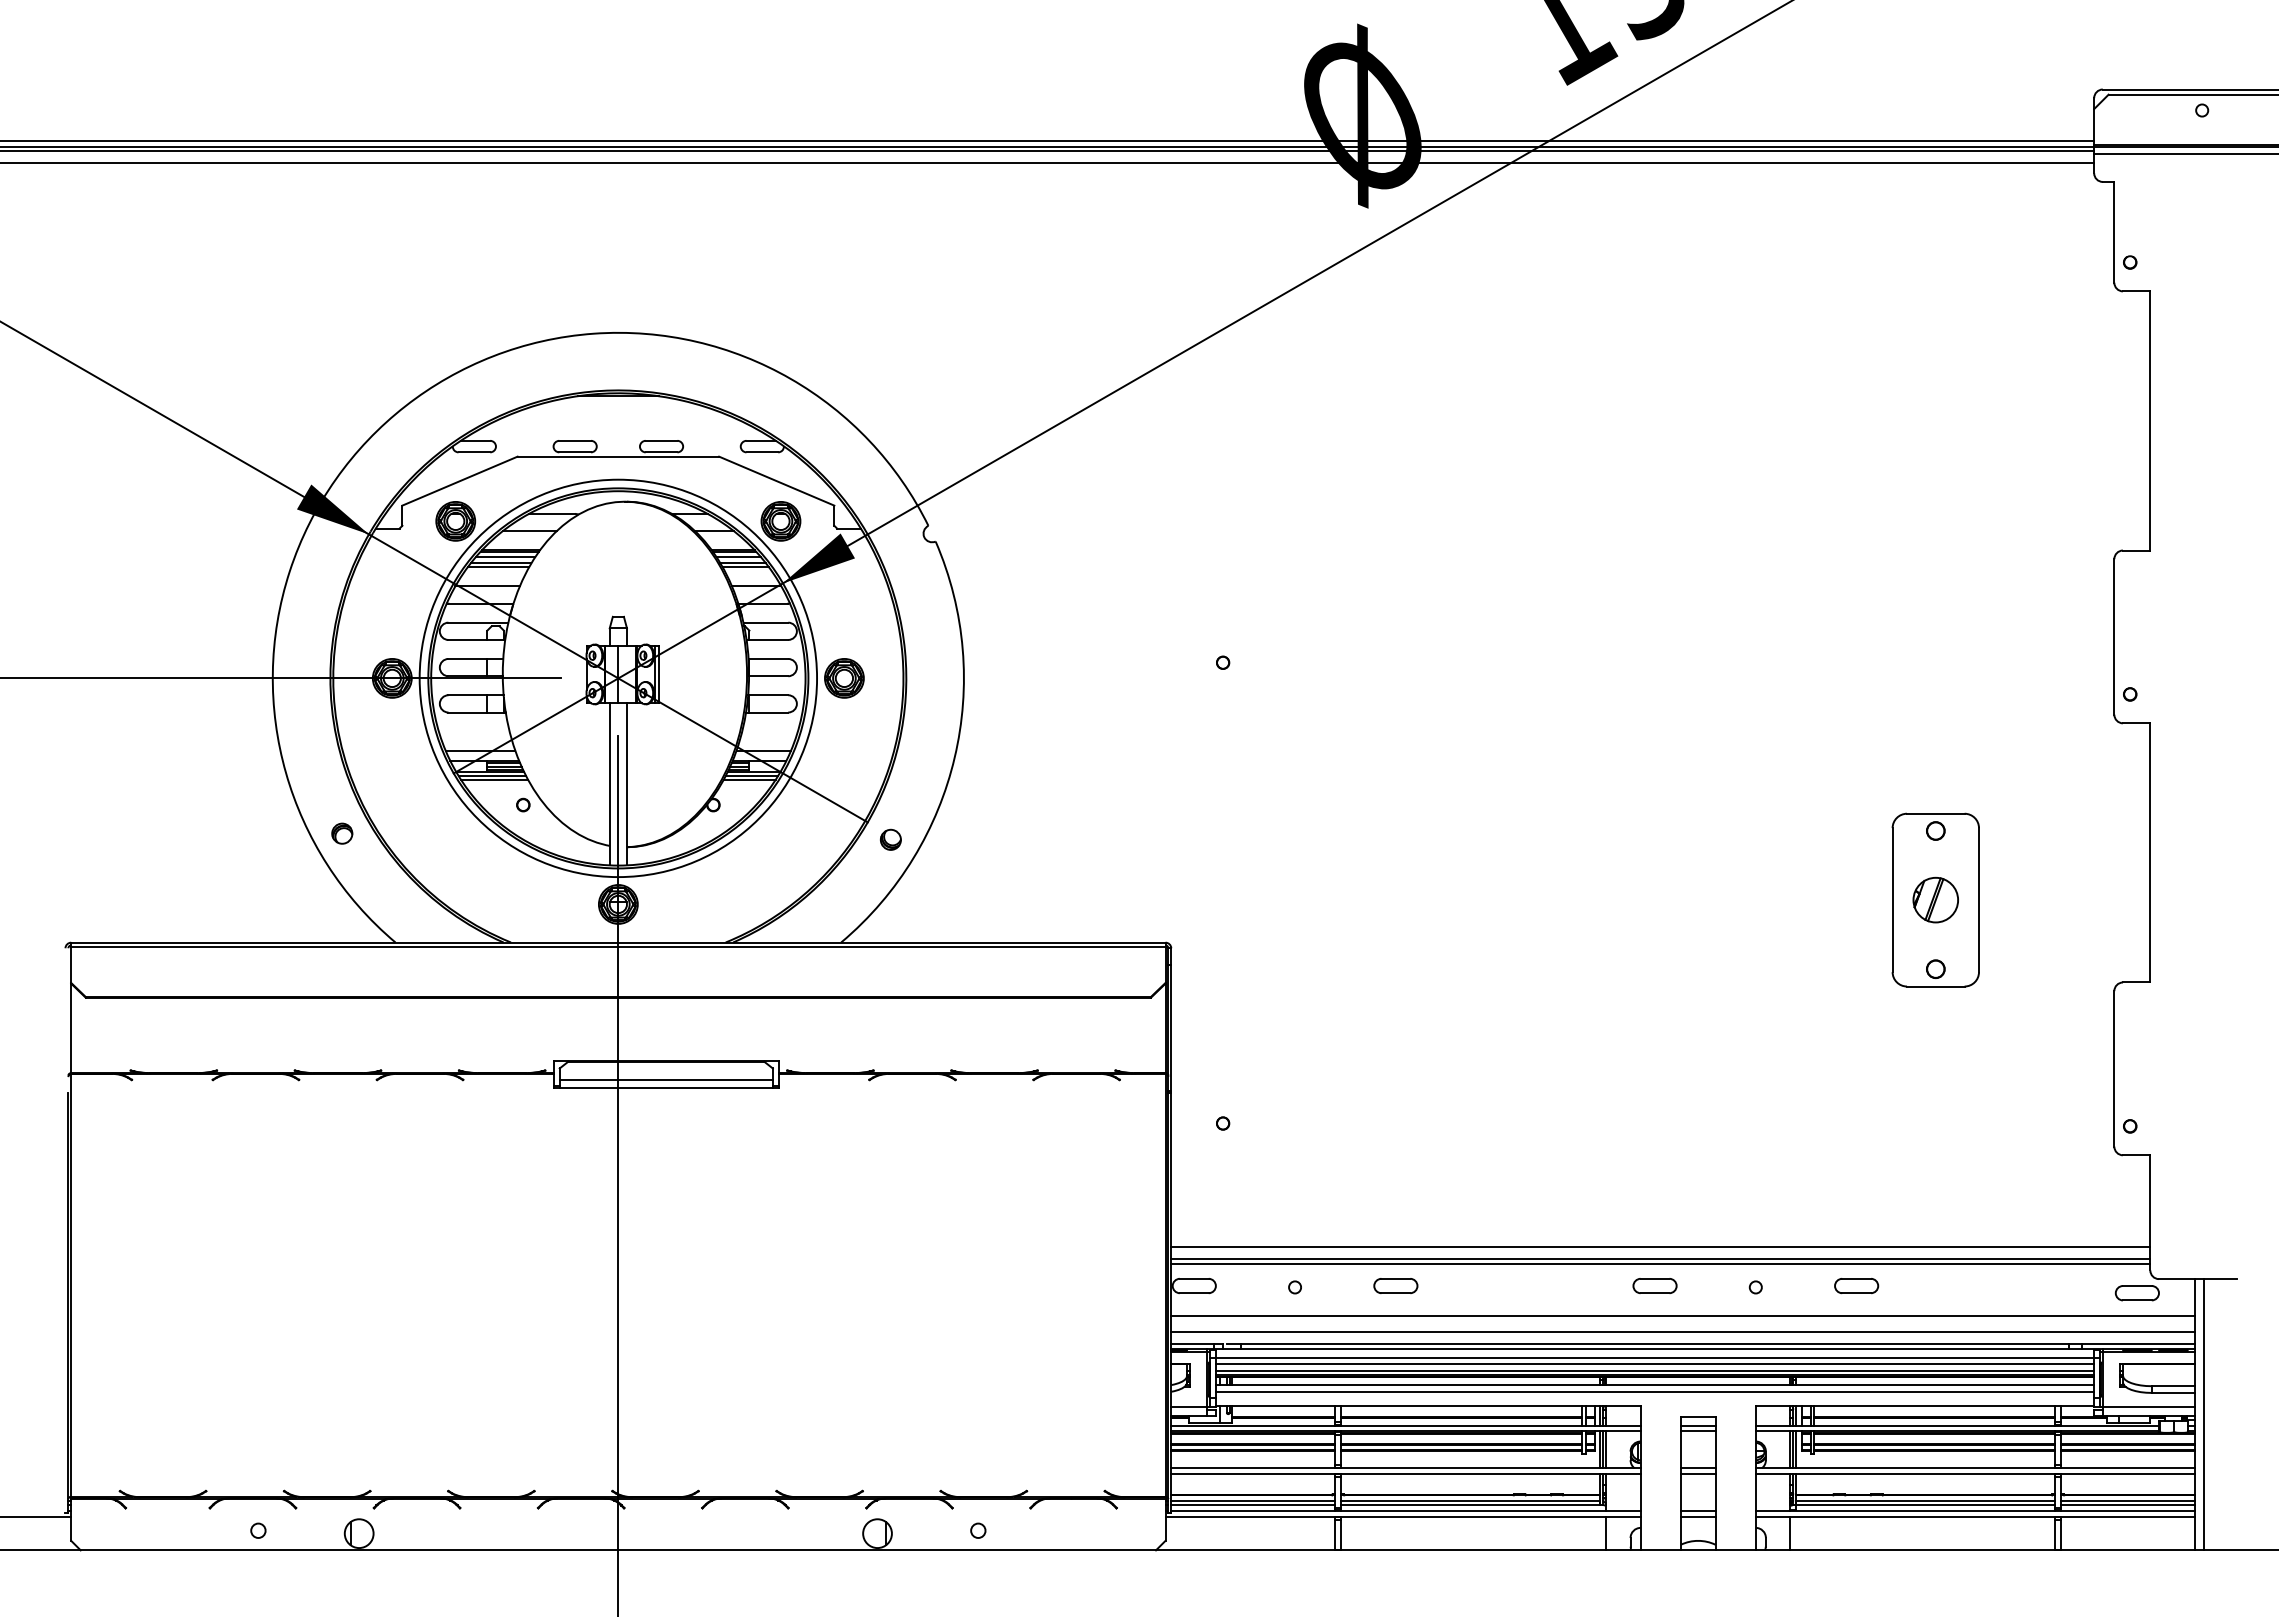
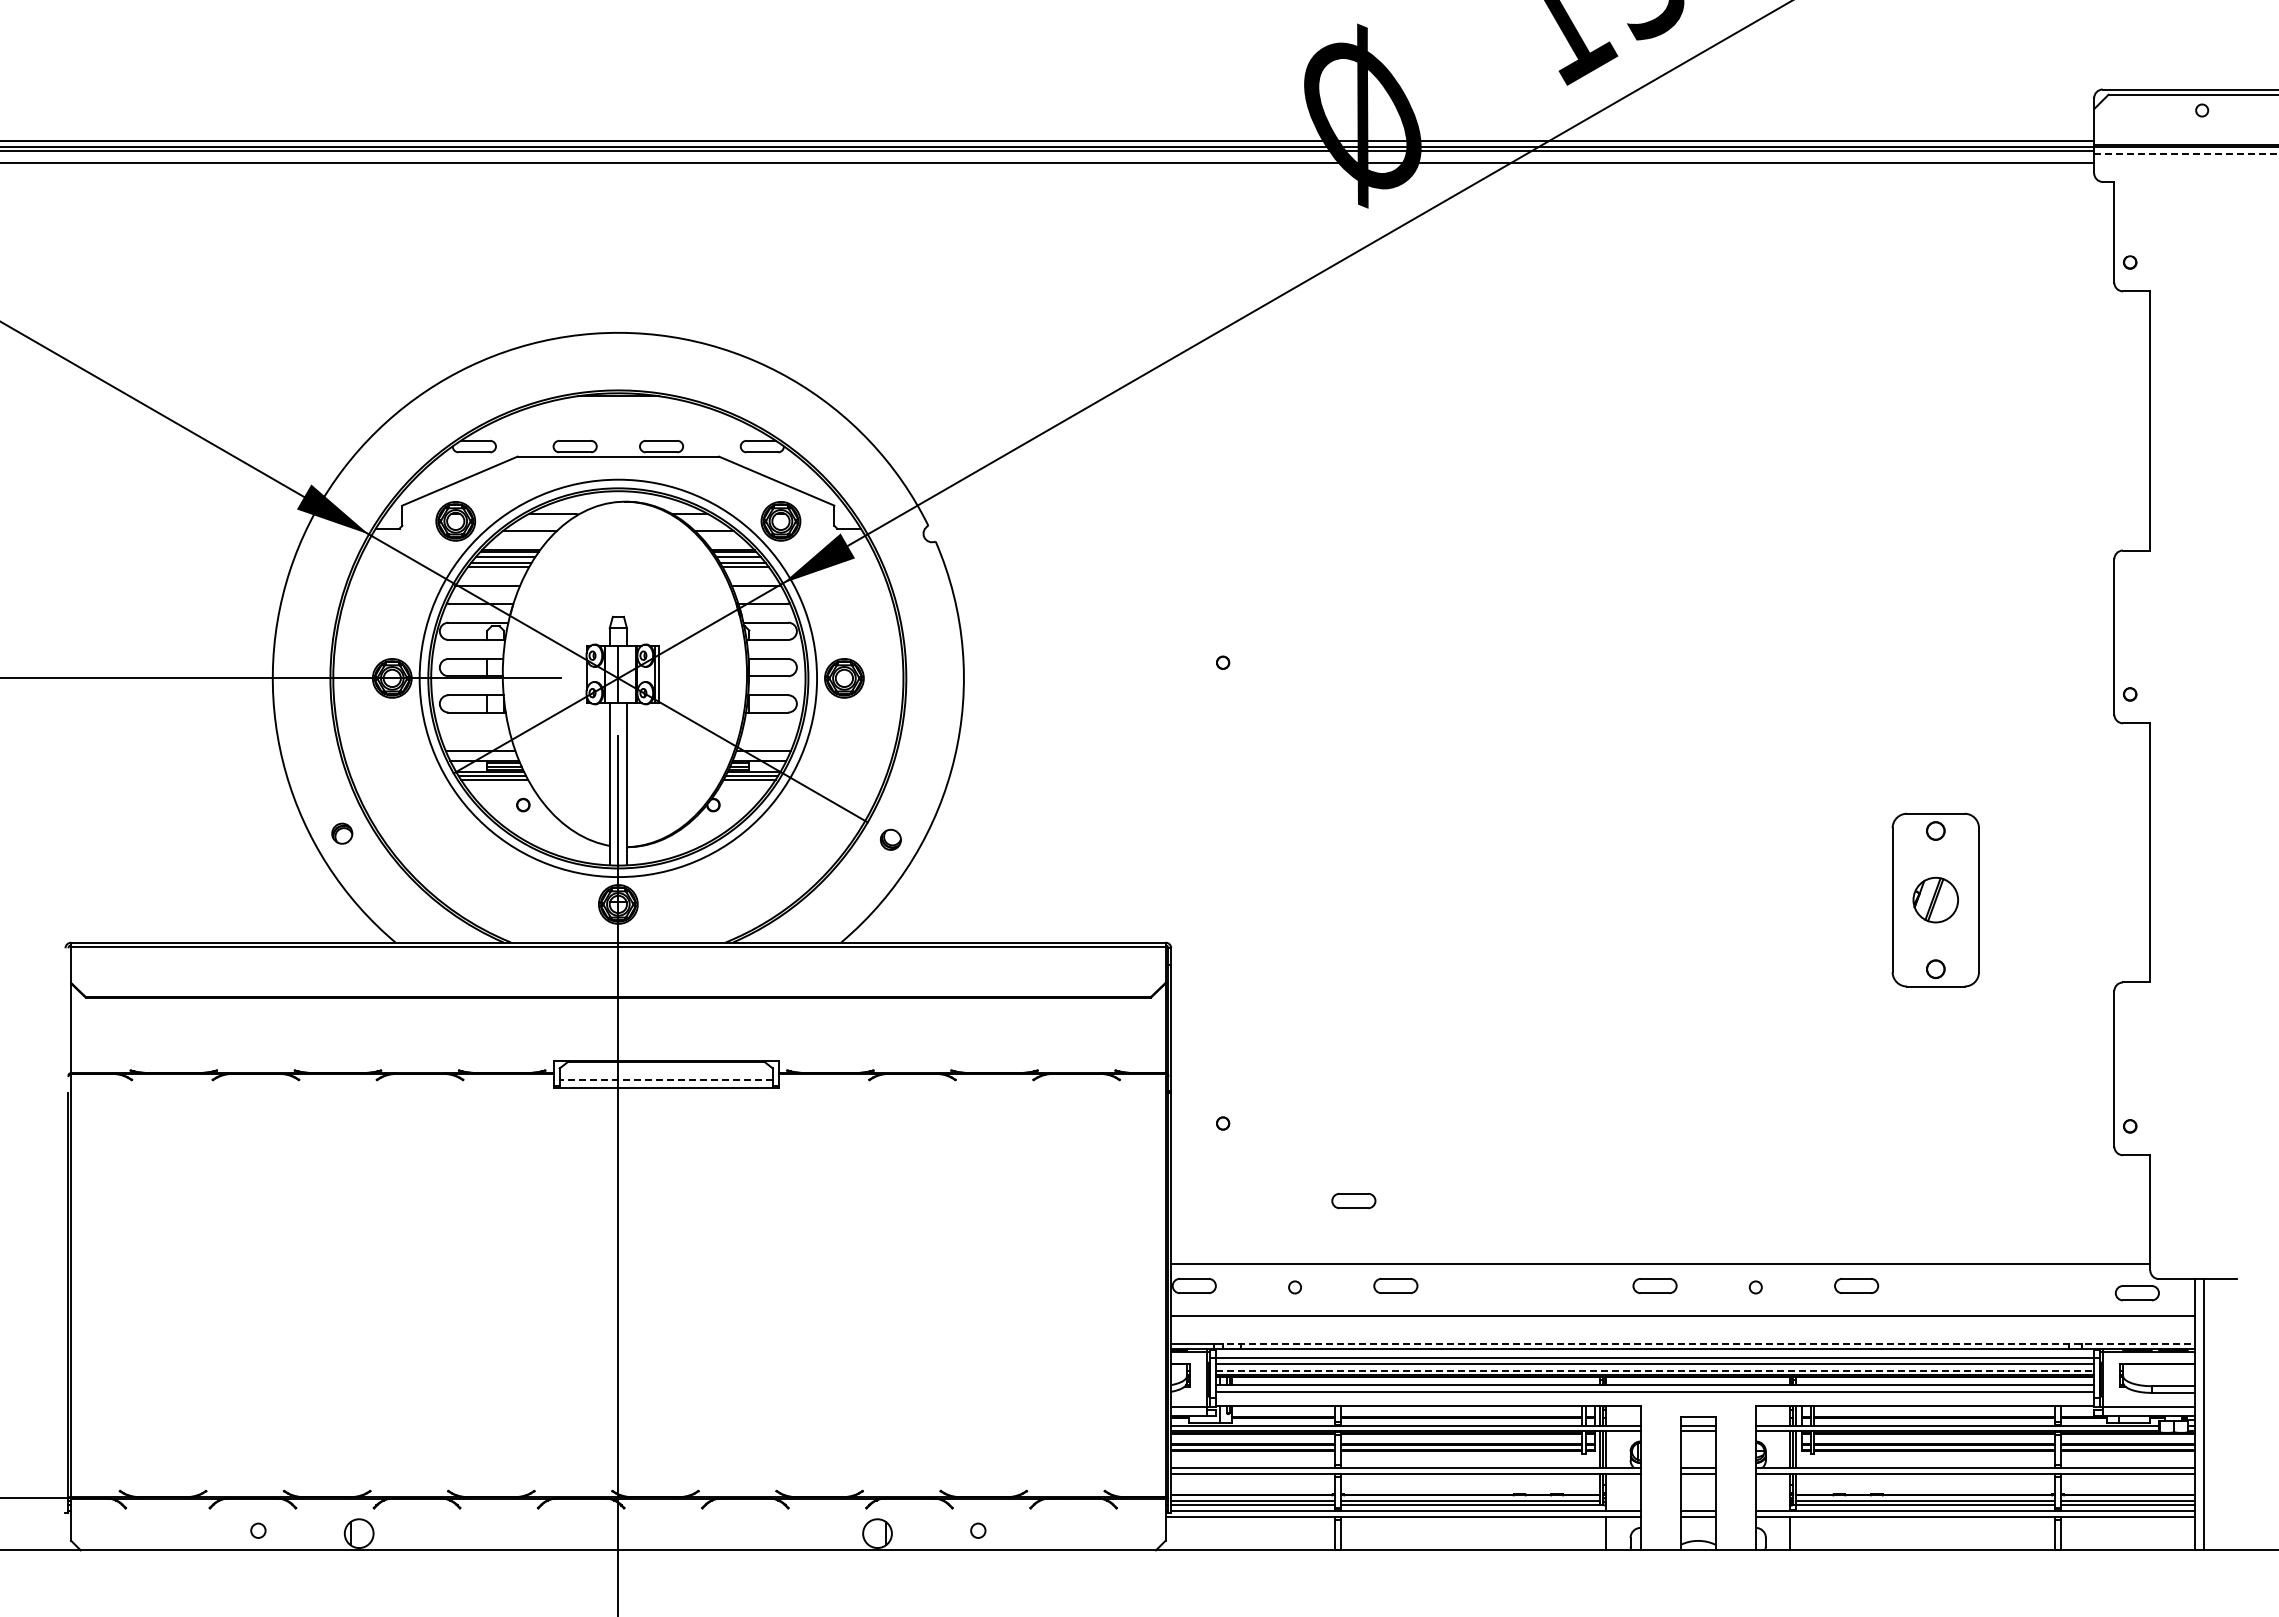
line at (2186, 153): solid -> dashed
line at (666, 1079): solid -> dashed
part at (1353, 1200): none -> present
line at (1660, 1247): present -> none
line at (1660, 1258): present -> none
line at (1682, 1332): present -> none
line at (1711, 1343): solid -> dashed
line at (1655, 1370): solid -> dashed
line at (36, 1516) position: (36, 1516) -> (36, 1497)
